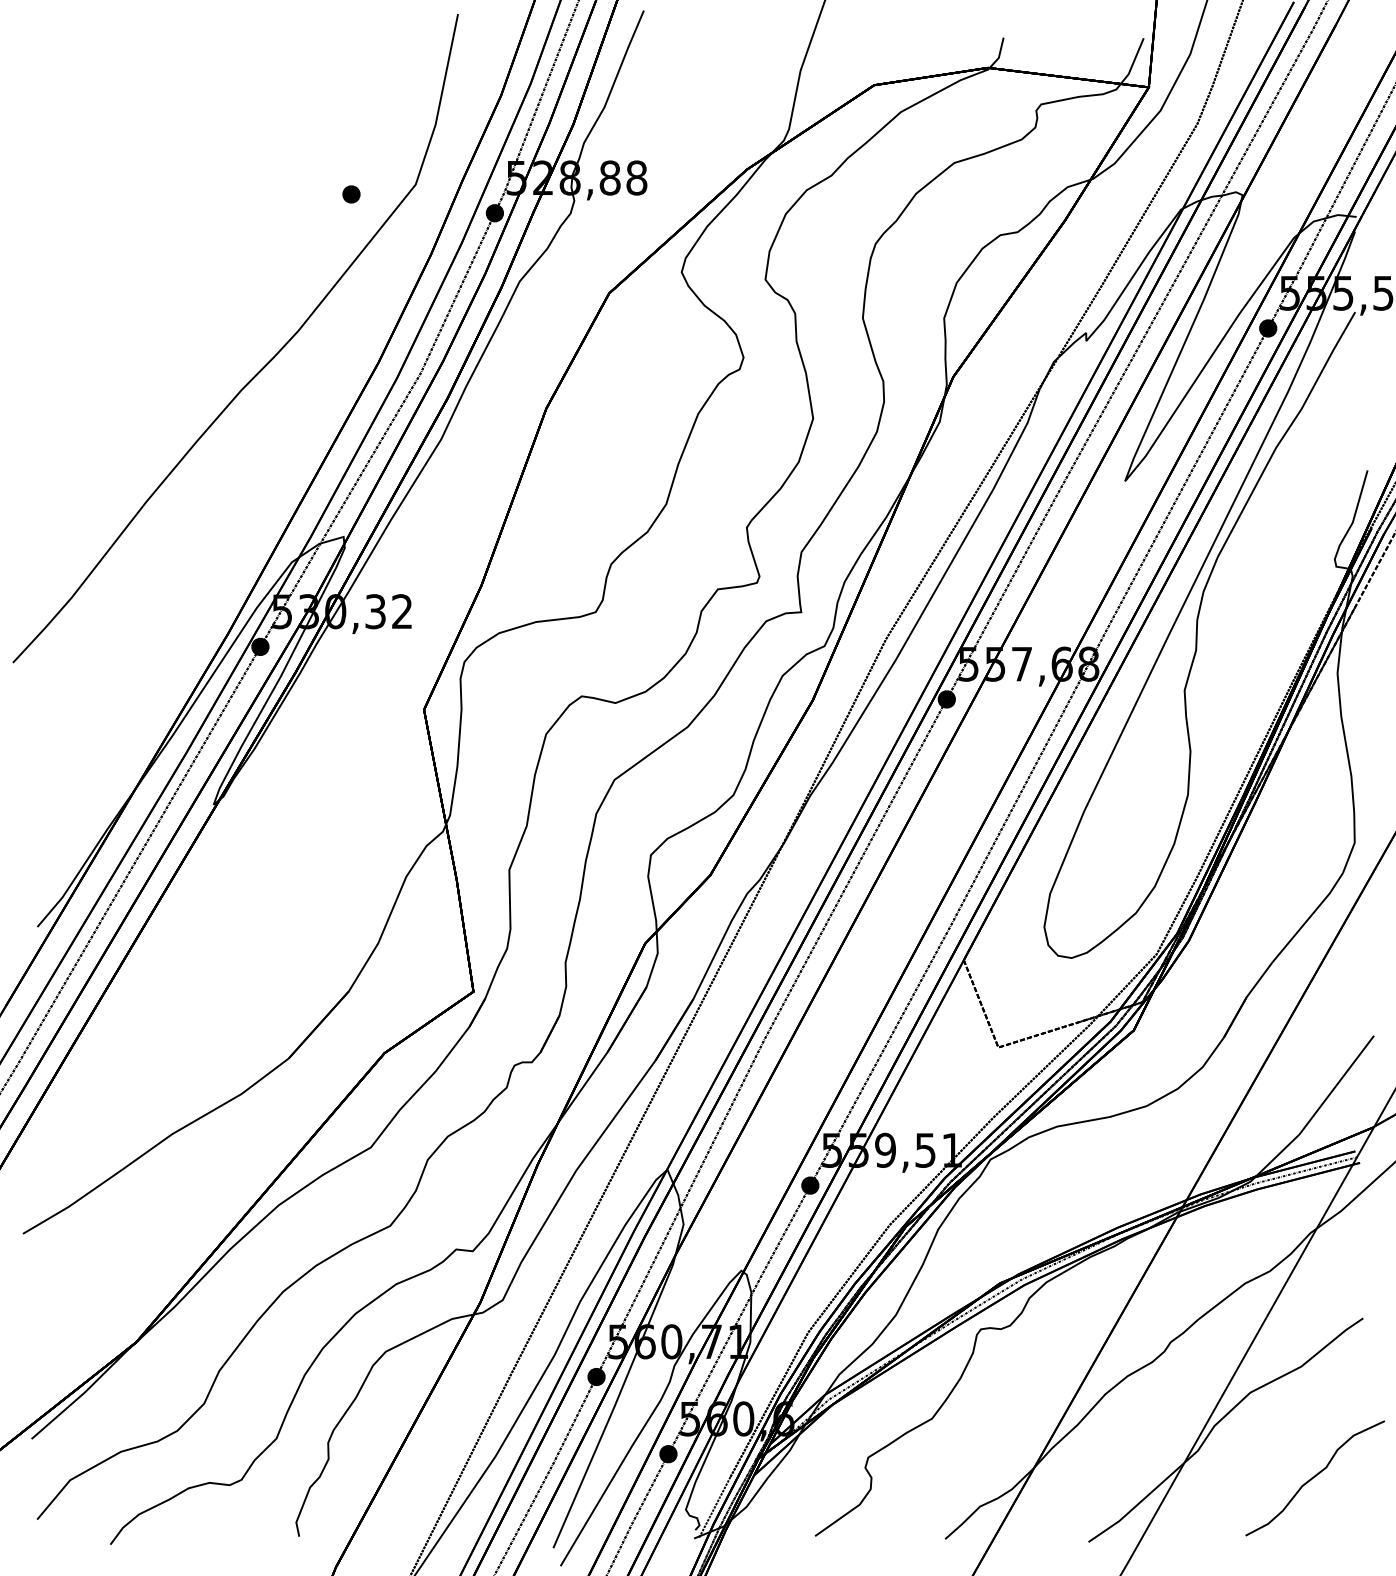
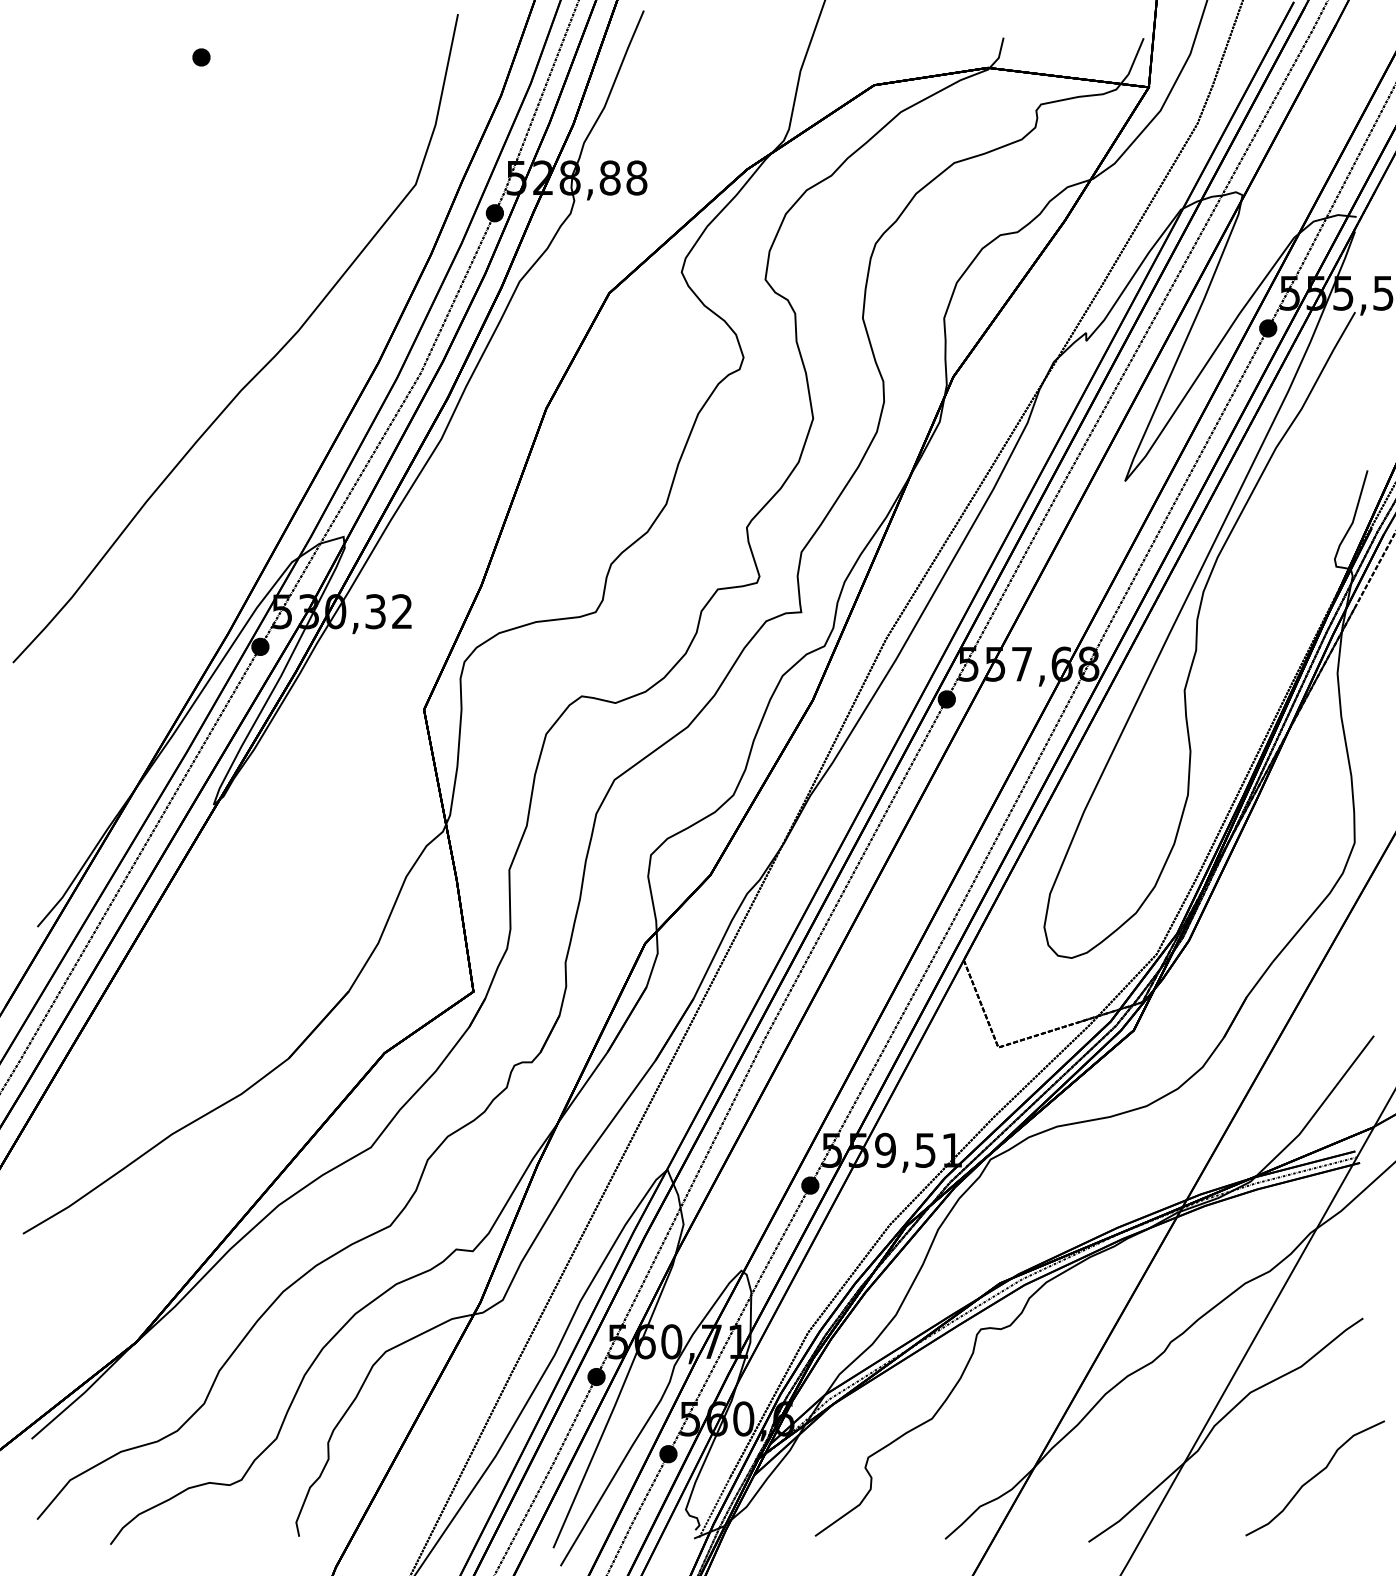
part at (351, 194) position: (351, 194) -> (201, 57)
